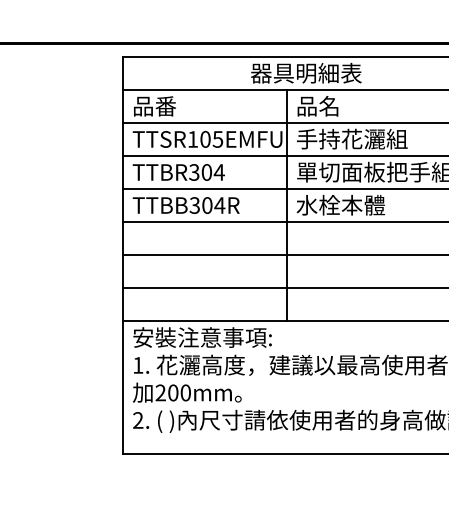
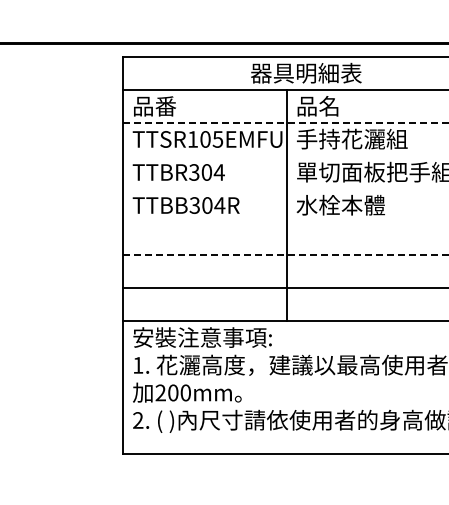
line at (286, 123): solid -> dashed
line at (284, 156): present -> none
line at (284, 189): present -> none
line at (284, 222): present -> none
line at (286, 255): solid -> dashed
